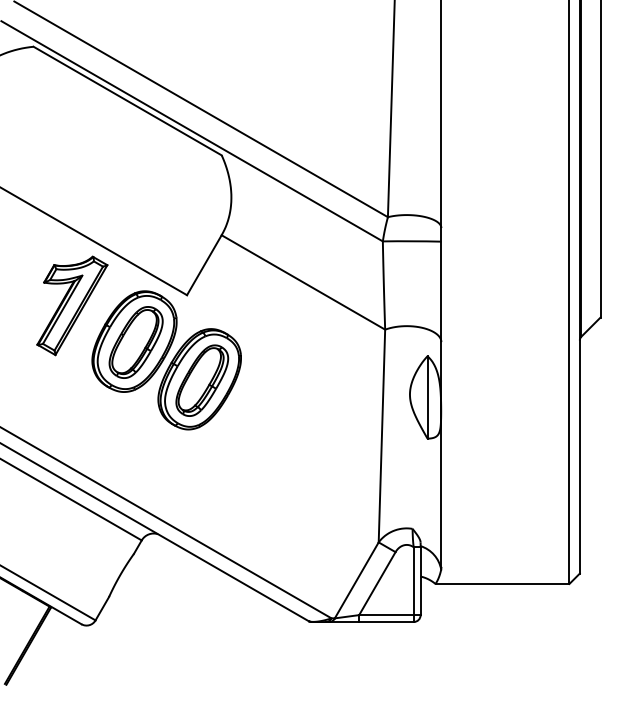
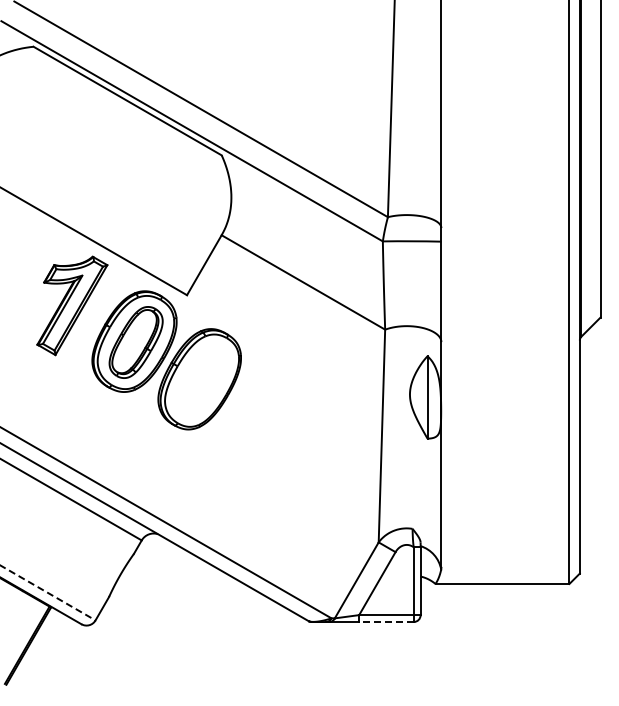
part at (202, 380): present -> none
line at (47, 592): solid -> dashed
line at (385, 622): solid -> dashed
